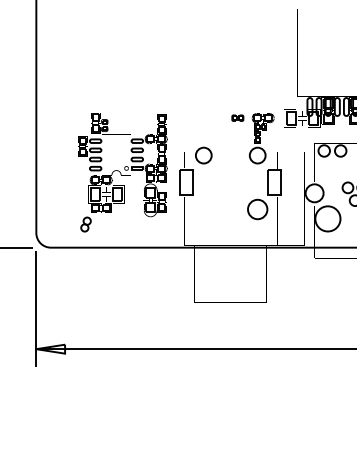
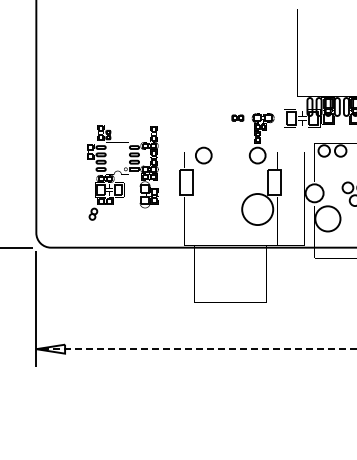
part at (122, 172) size: 90x120 px -> 72x96 px
circle at (257, 209) diameter: 19 px -> 31 px
line at (196, 349): solid -> dashed
